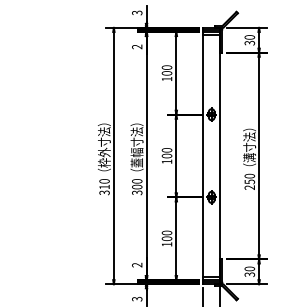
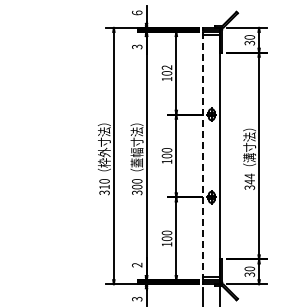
text at (137, 12): 3 -> 6
text at (137, 46): 2 -> 3
text at (167, 67): 100 -> 102
line at (203, 156): solid -> dashed
text at (249, 181): 250 -> 344
